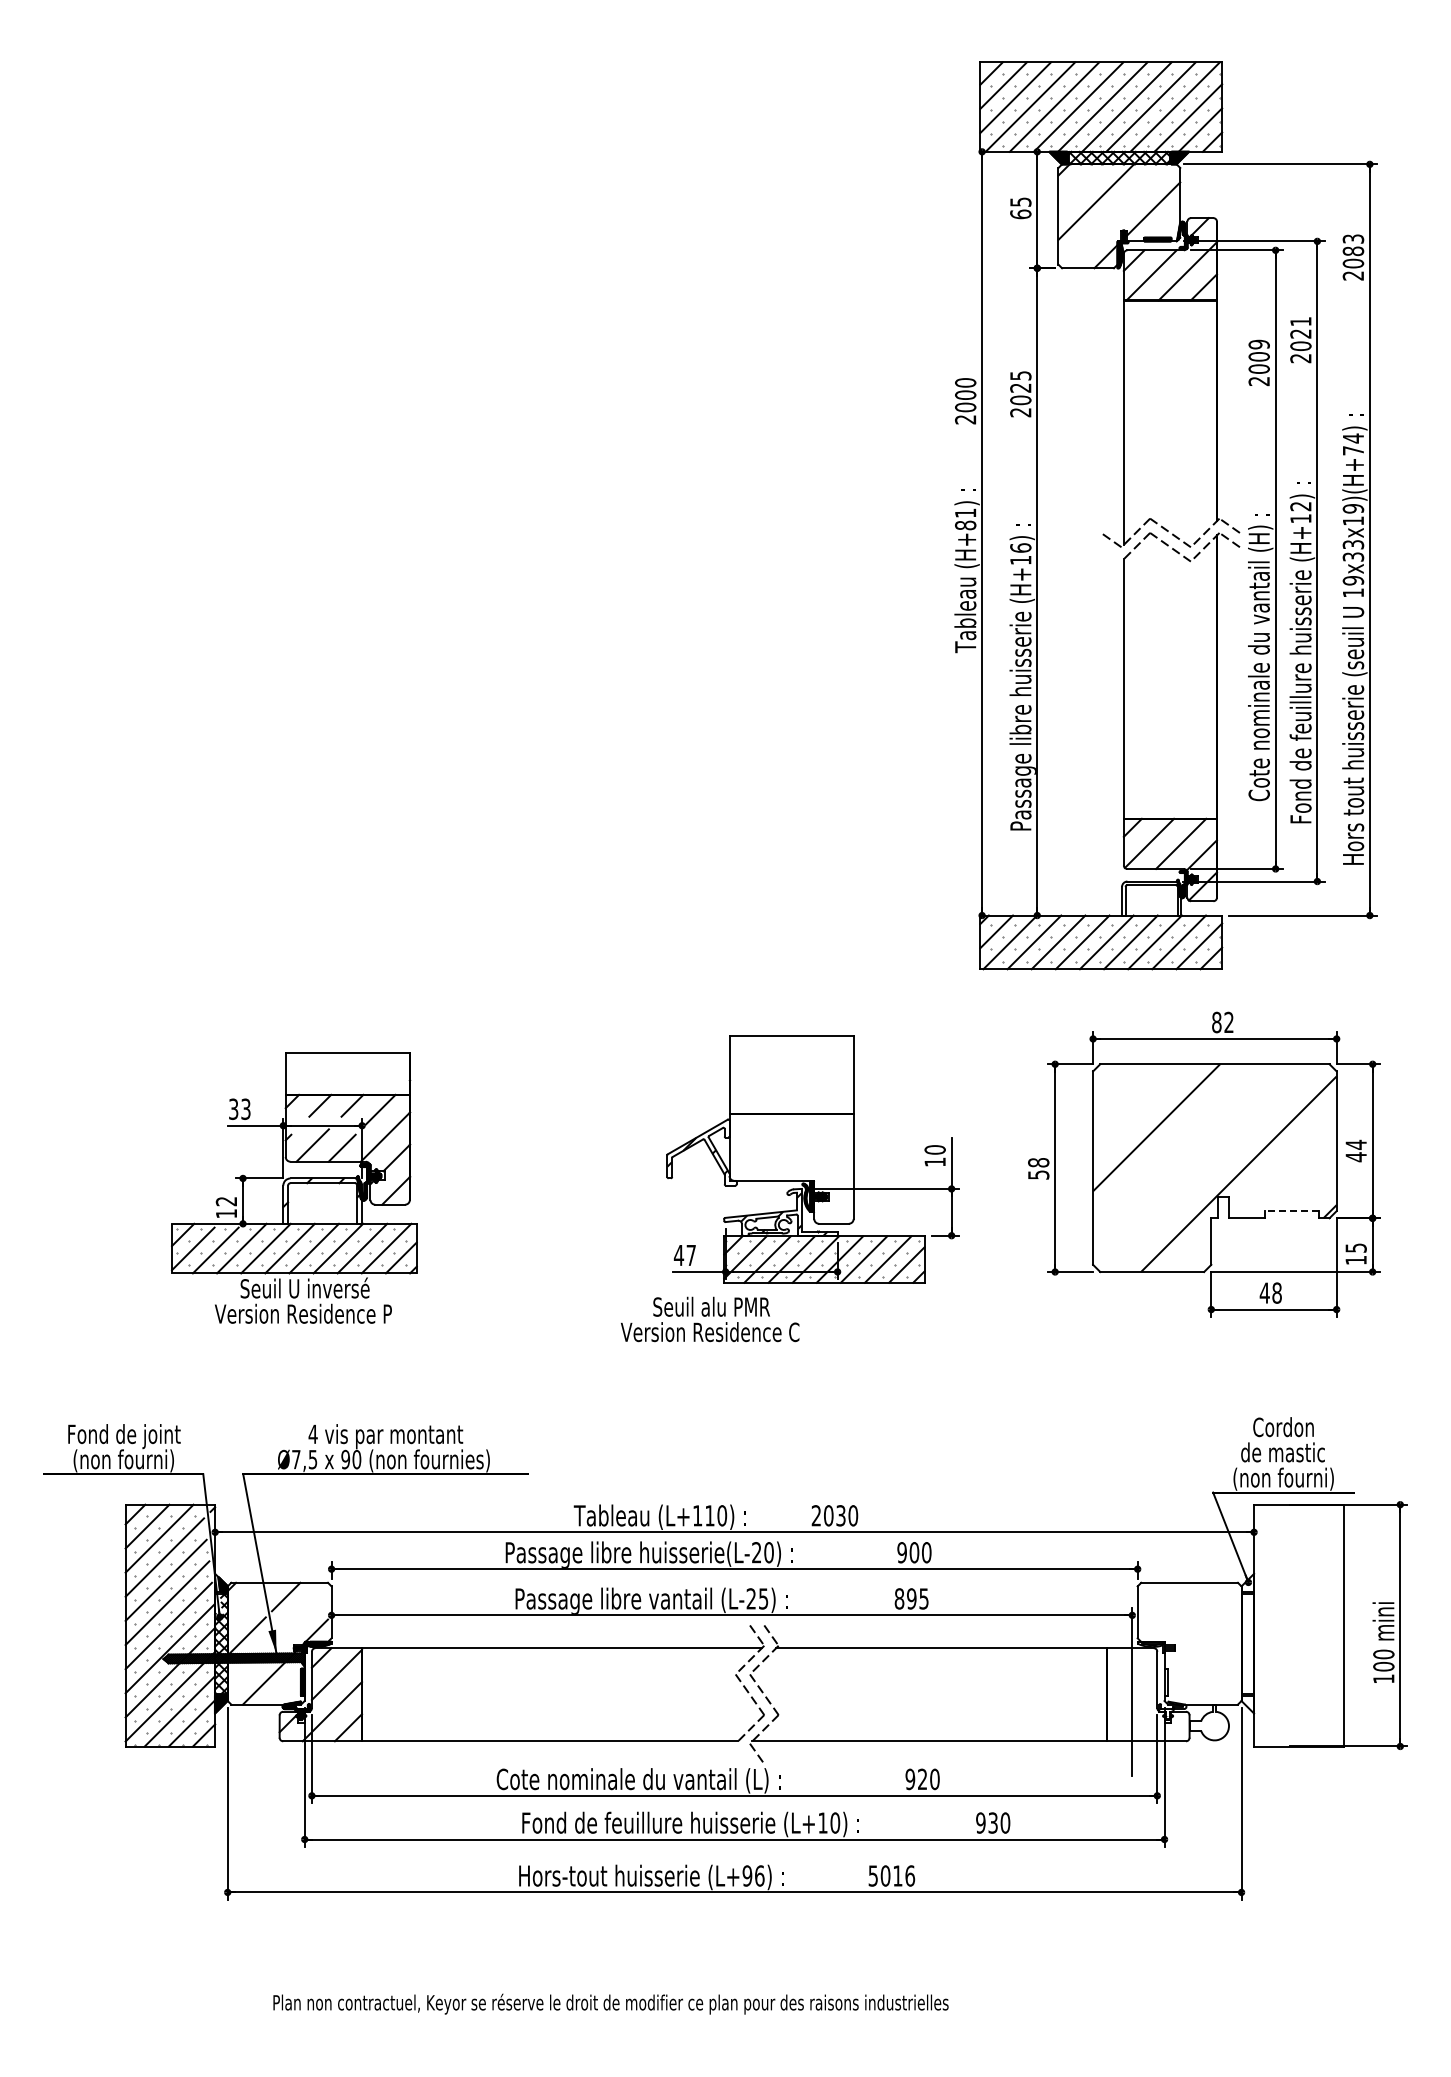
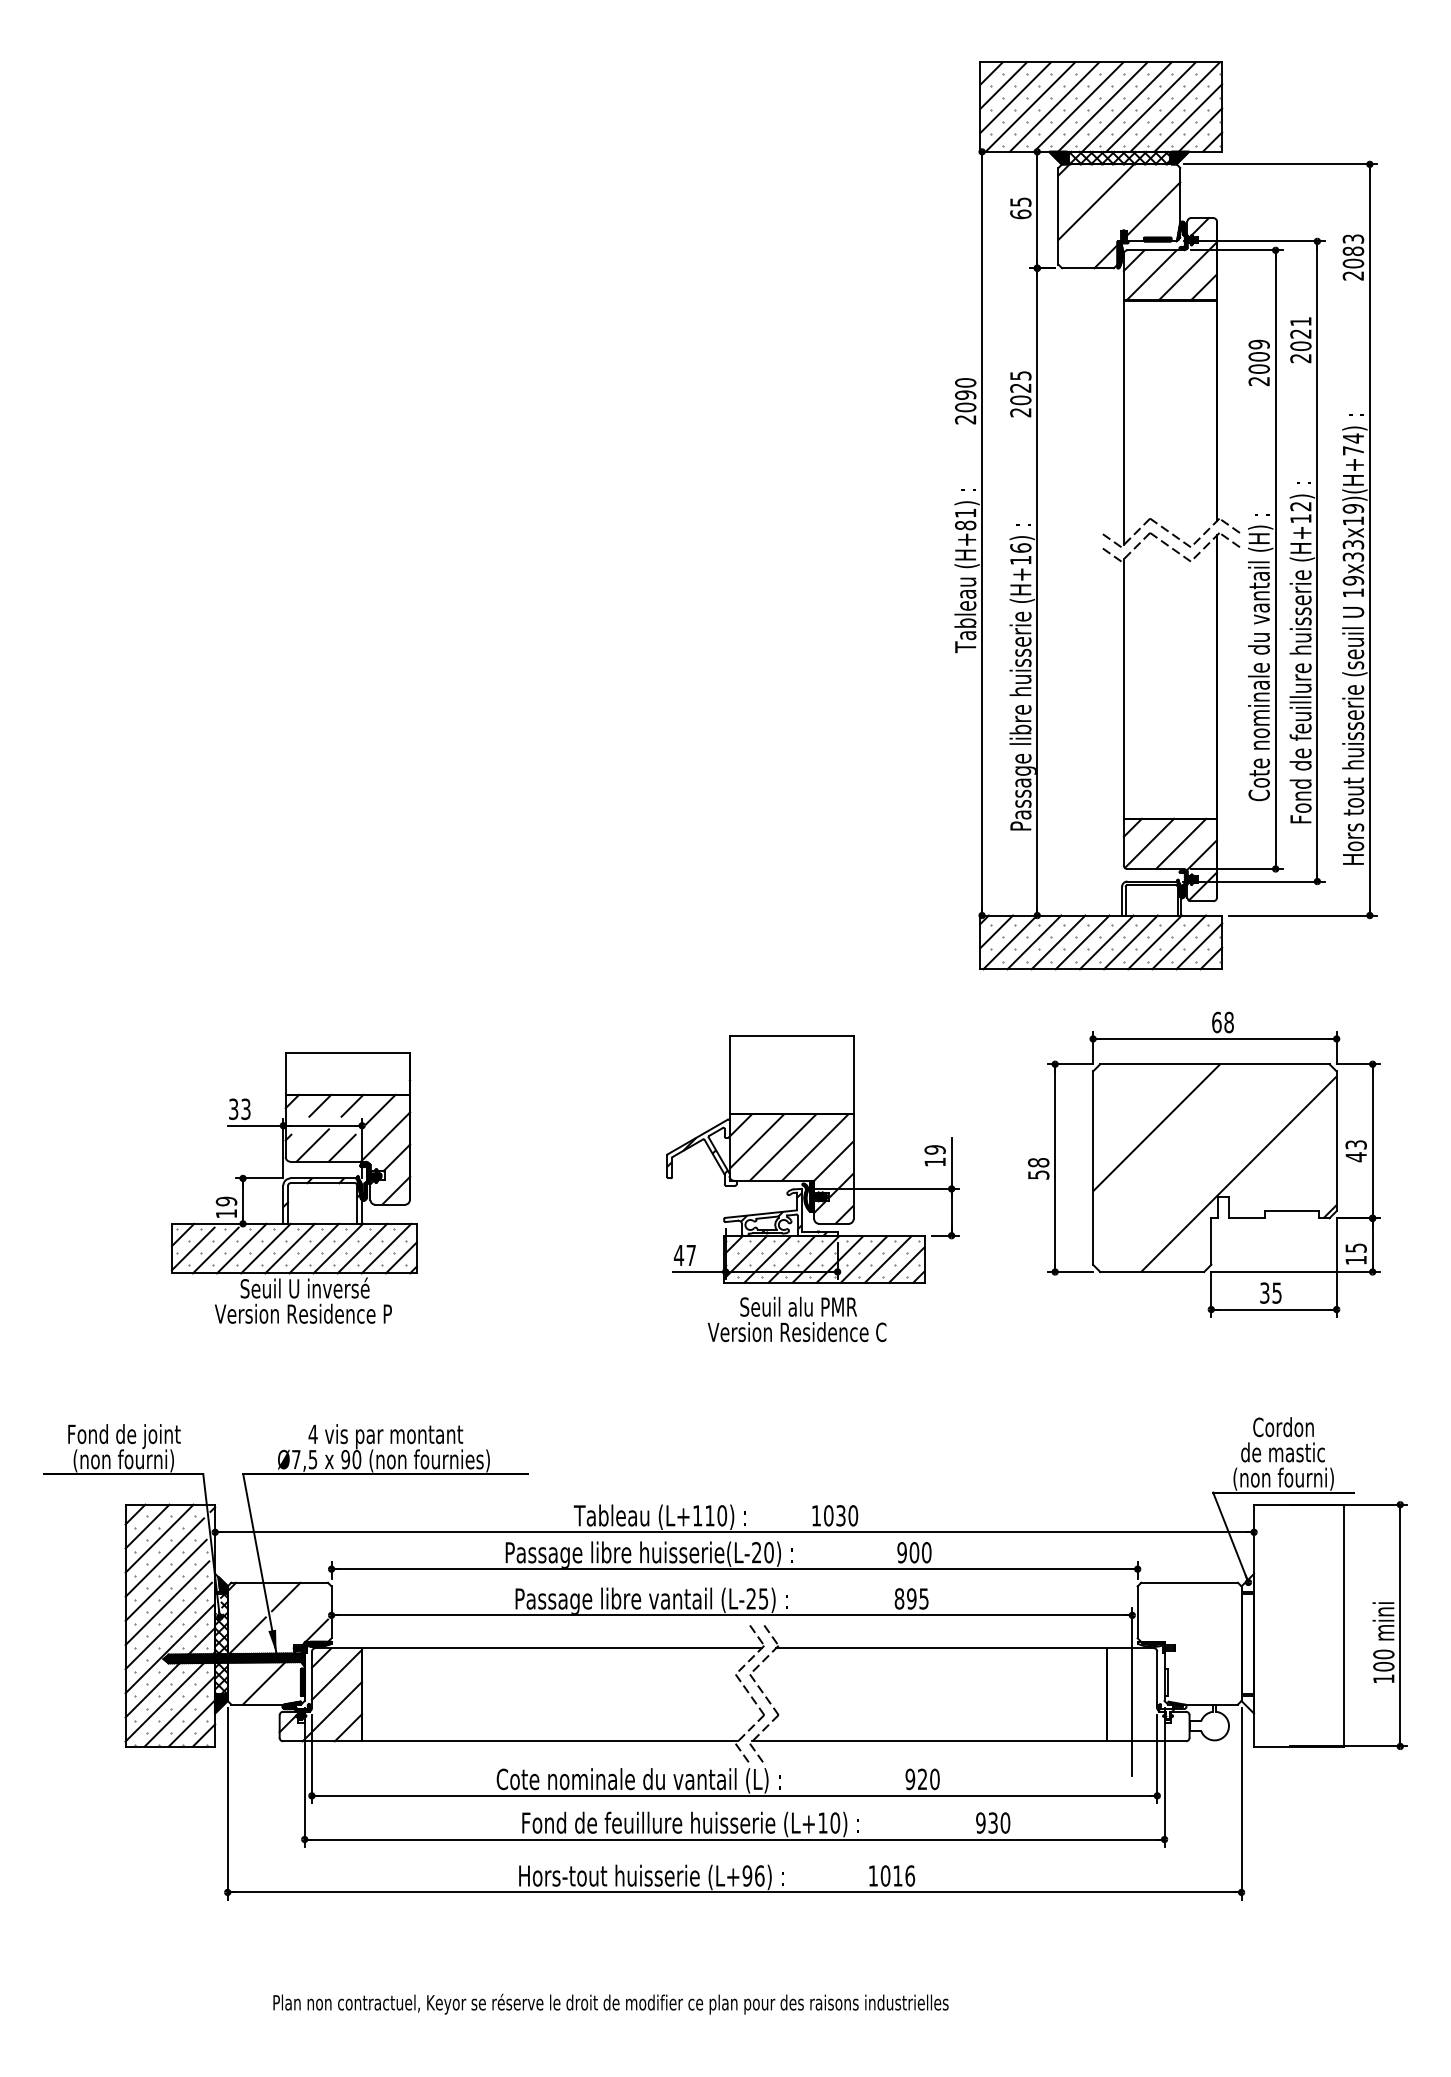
text at (965, 394): 2000 -> 2090
line at (1111, 554): none -> present
text at (1222, 1022): 82 -> 68
text at (1355, 1144): 44 -> 43
text at (934, 1149): 10 -> 19
hatch at (791, 1168): none -> present
text at (226, 1201): 12 -> 19
line at (1291, 1211): dashed -> solid
text at (1270, 1292): 48 -> 35
text at (710, 1319) position: (710, 1319) -> (797, 1319)
text at (815, 1515): 2030 -> 1030
line at (742, 1753): none -> present
text at (872, 1875): 5016 -> 1016
